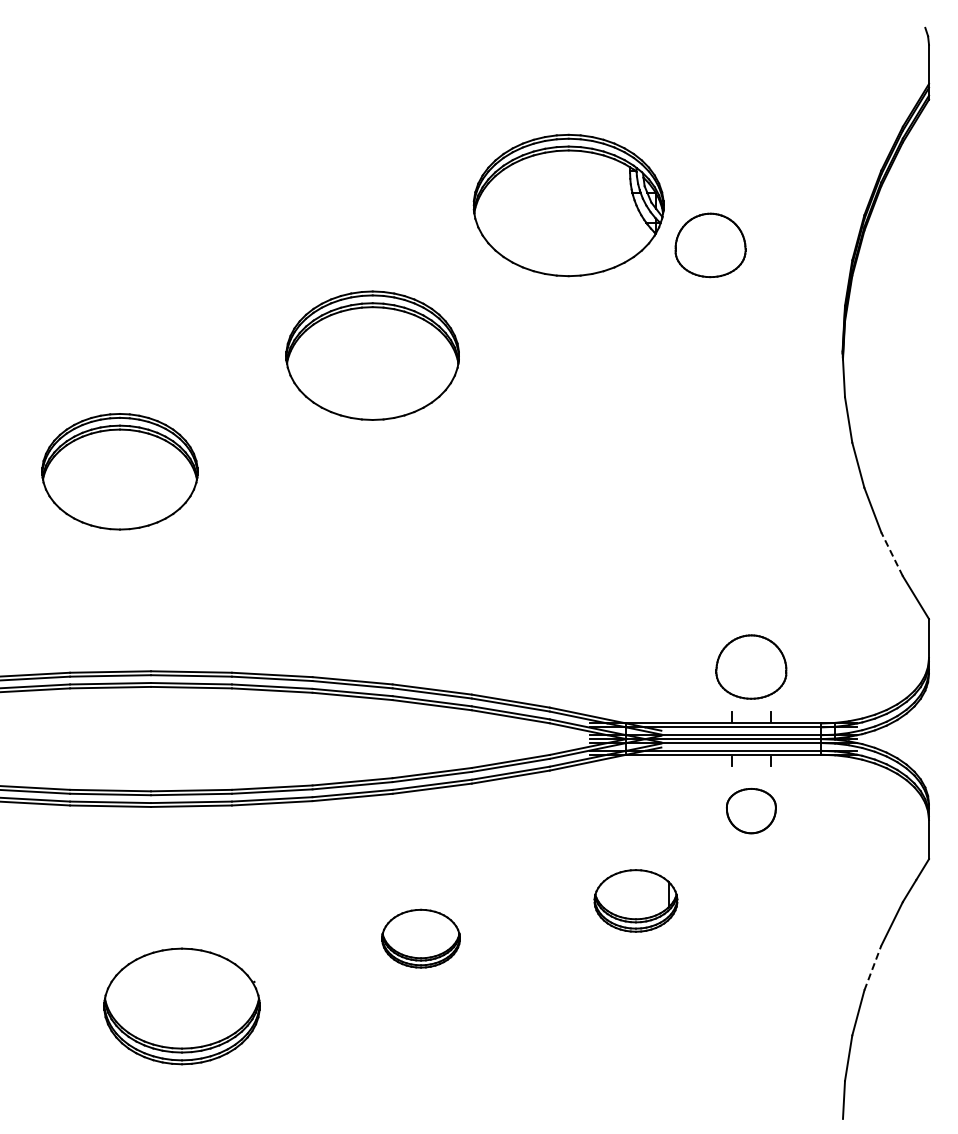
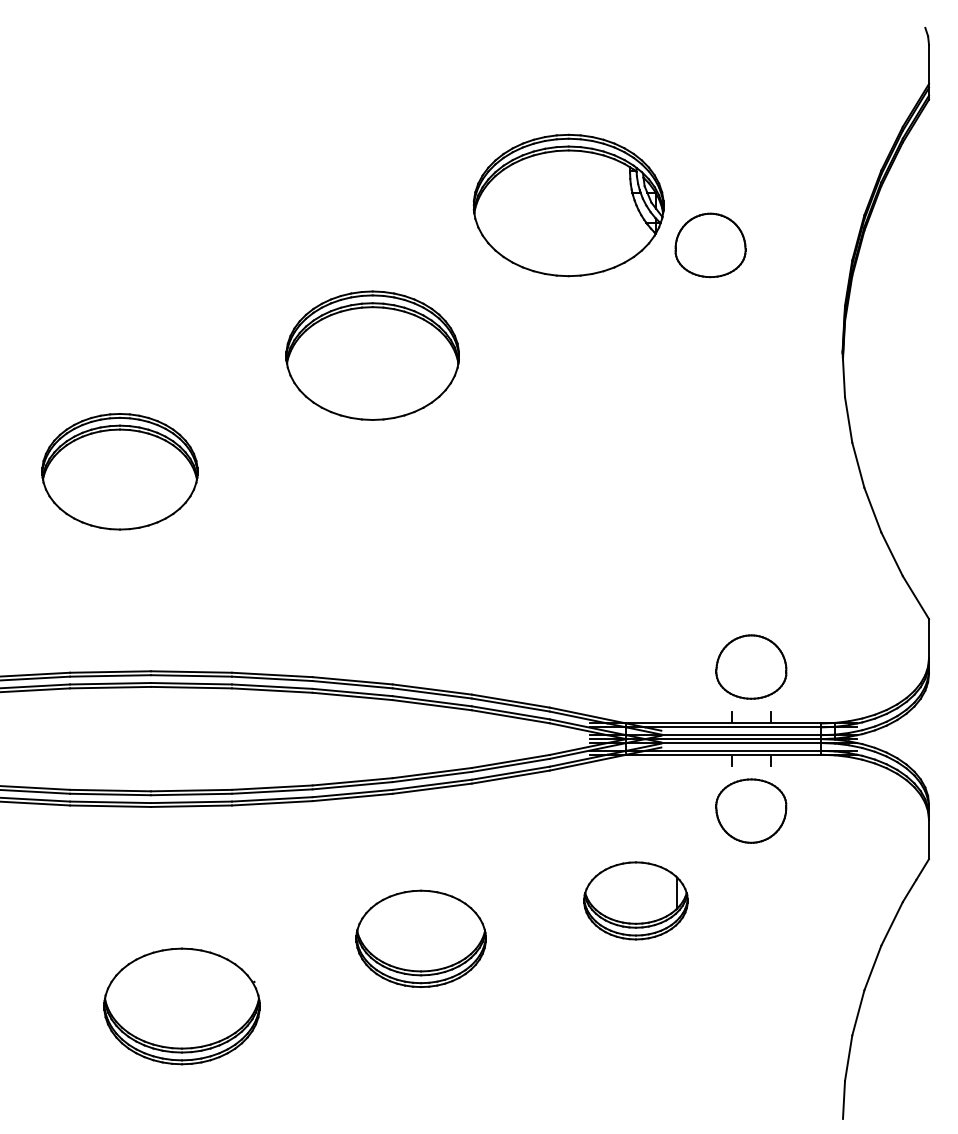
line at (891, 553): dashed -> solid
part at (751, 811) size: 51x47 px -> 73x66 px
part at (635, 900) size: 86x64 px -> 106x80 px
part at (420, 938) size: 80x61 px -> 132x99 px
line at (872, 968): dashed -> solid
